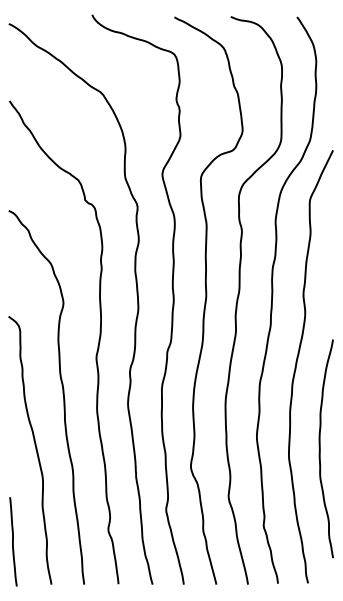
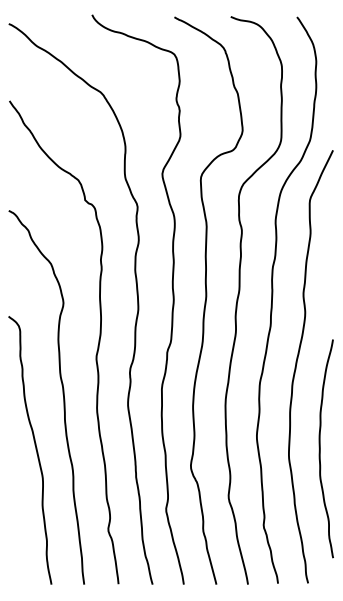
curve at (13, 541): present -> none
